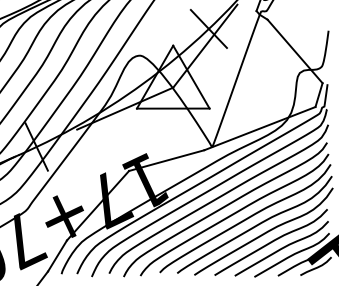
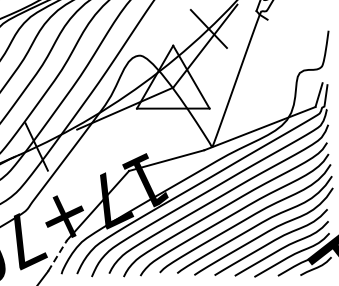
line at (294, 51): present -> none
line at (57, 255): solid -> dashed
